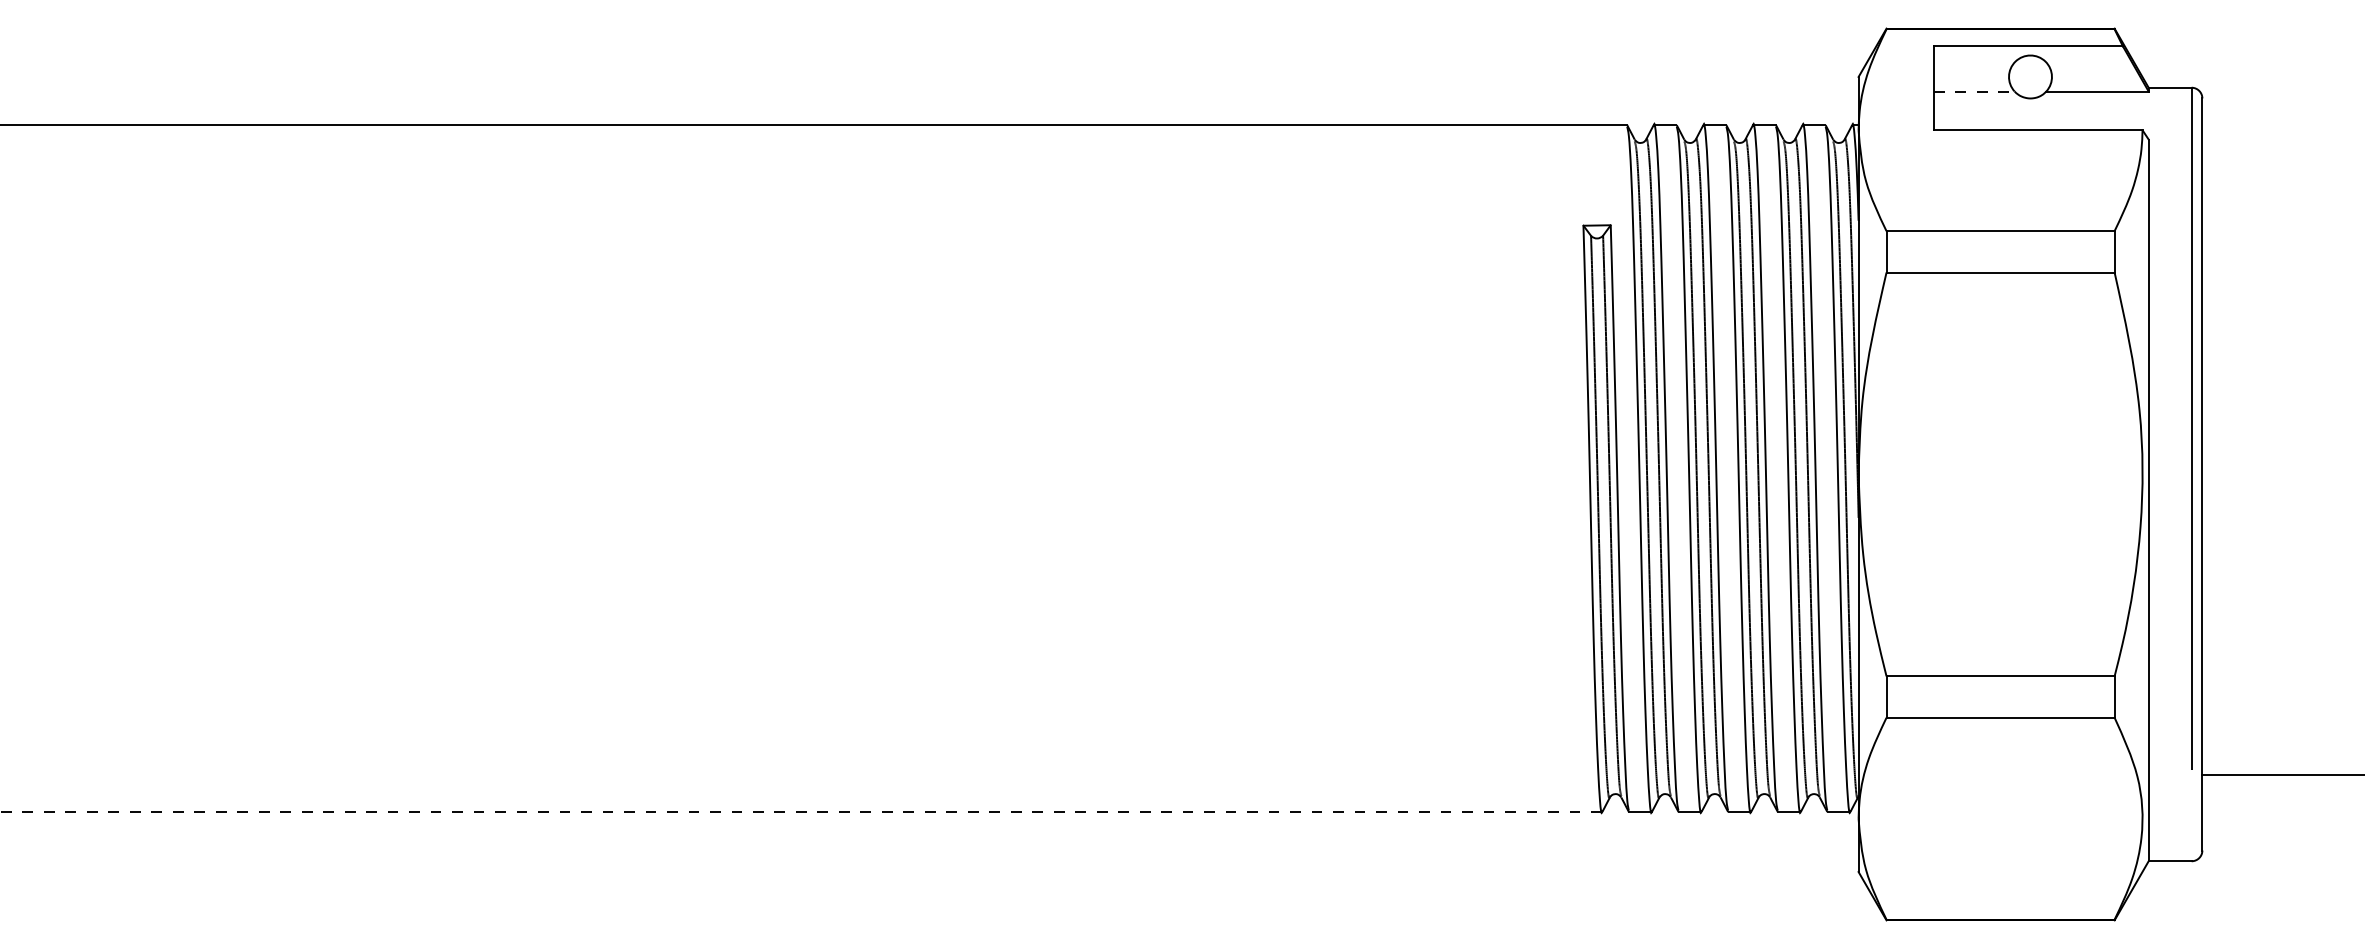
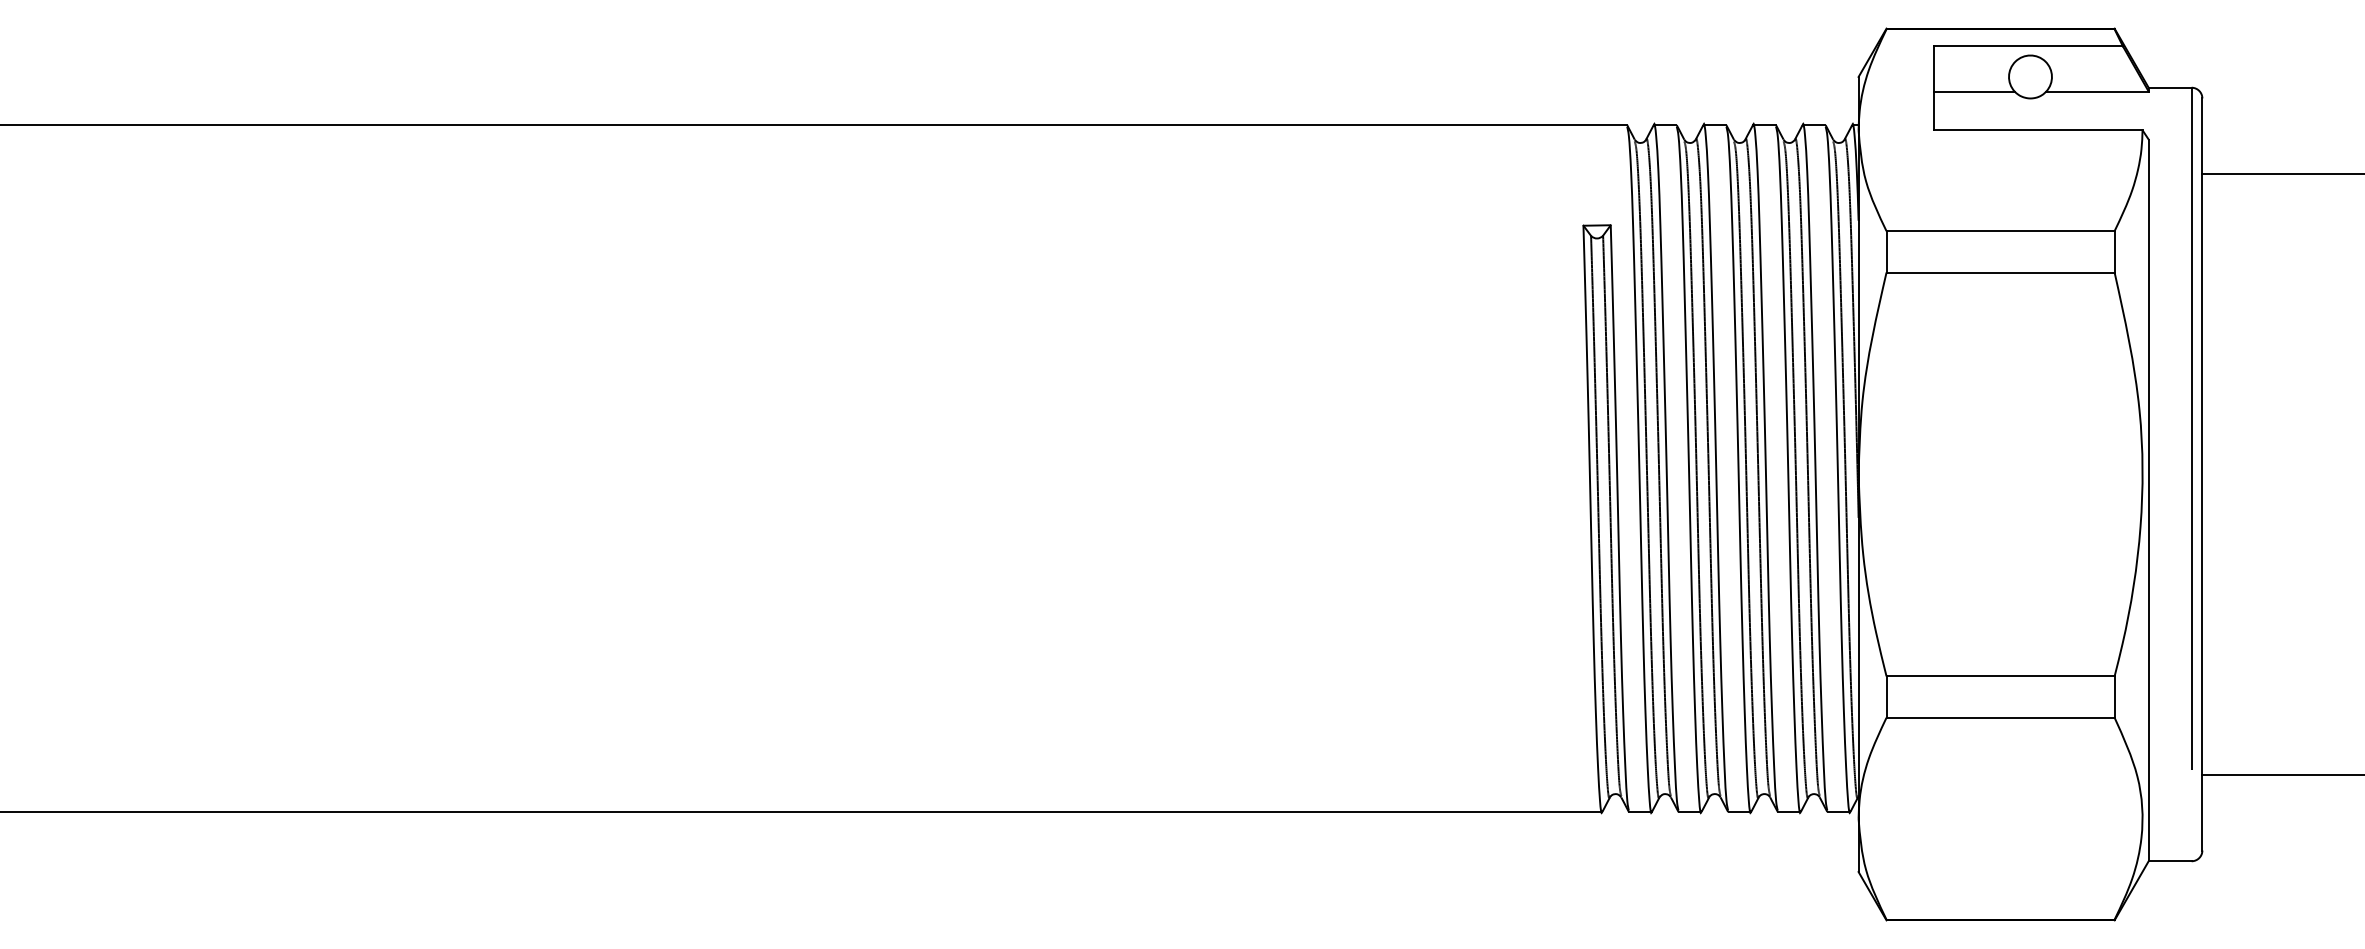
line at (1974, 91): dashed -> solid
line at (2281, 173): none -> present
line at (801, 812): dashed -> solid
